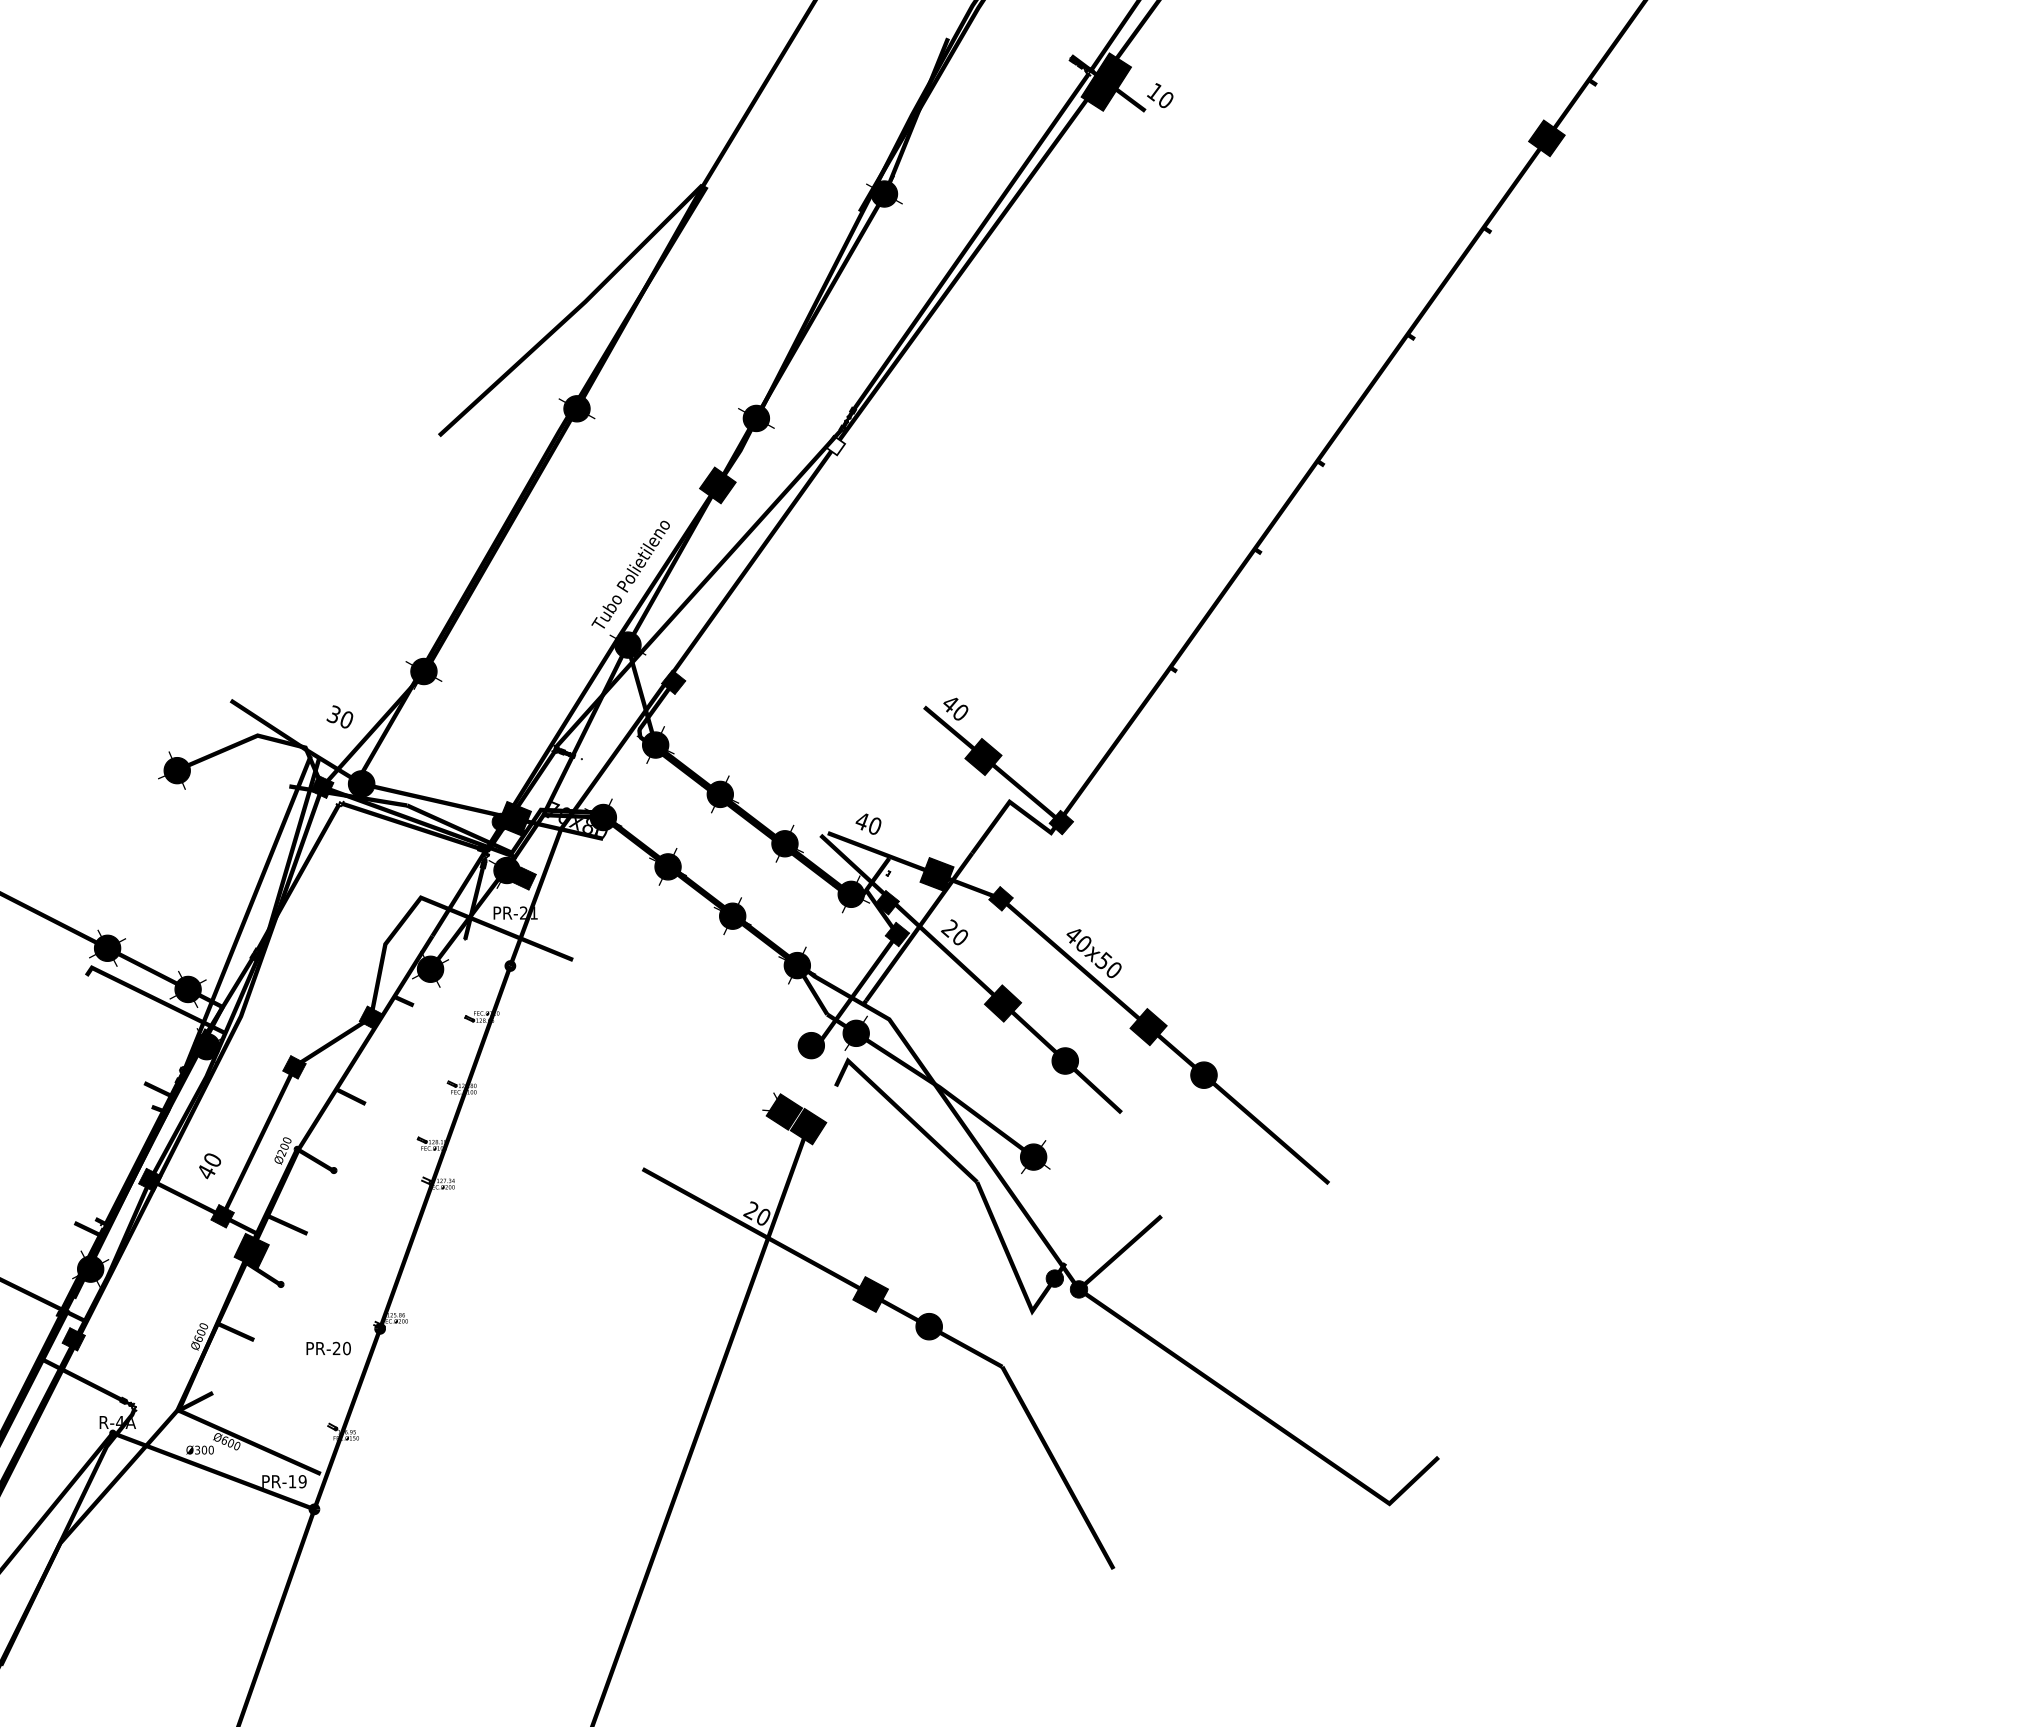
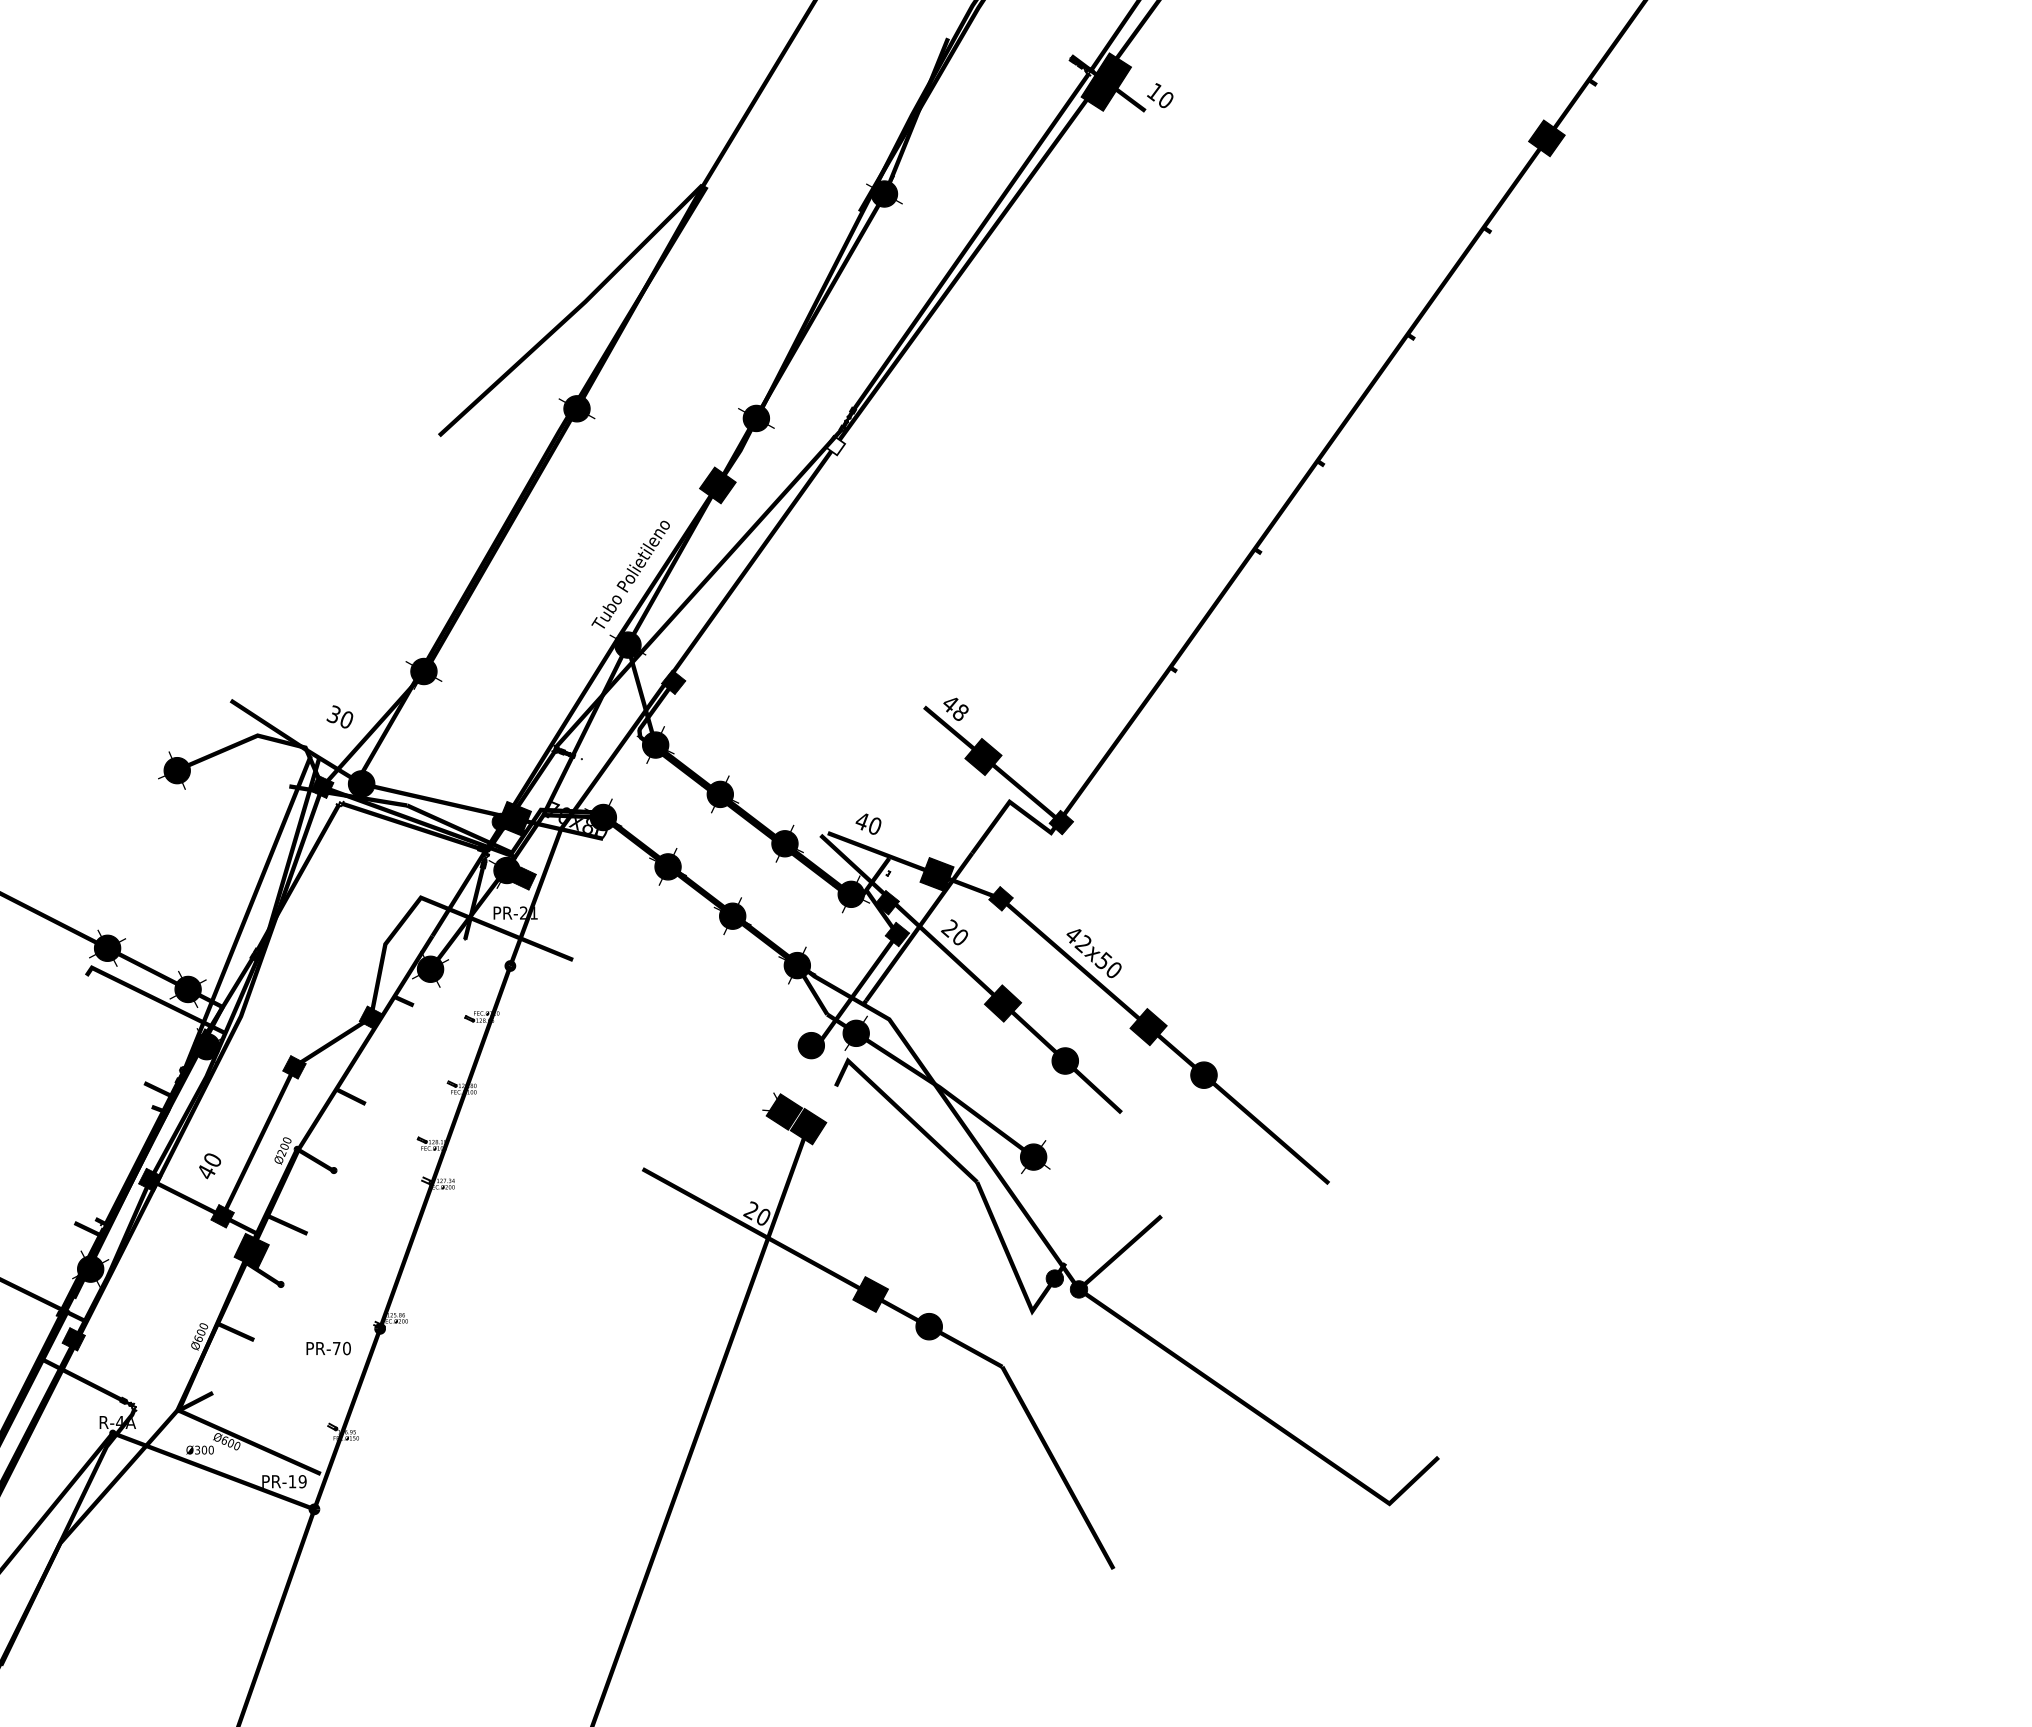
text at (960, 712): 40 -> 48
text at (1082, 943): 40x50 -> 42x50
text at (336, 1347): PR-20 -> PR-70
